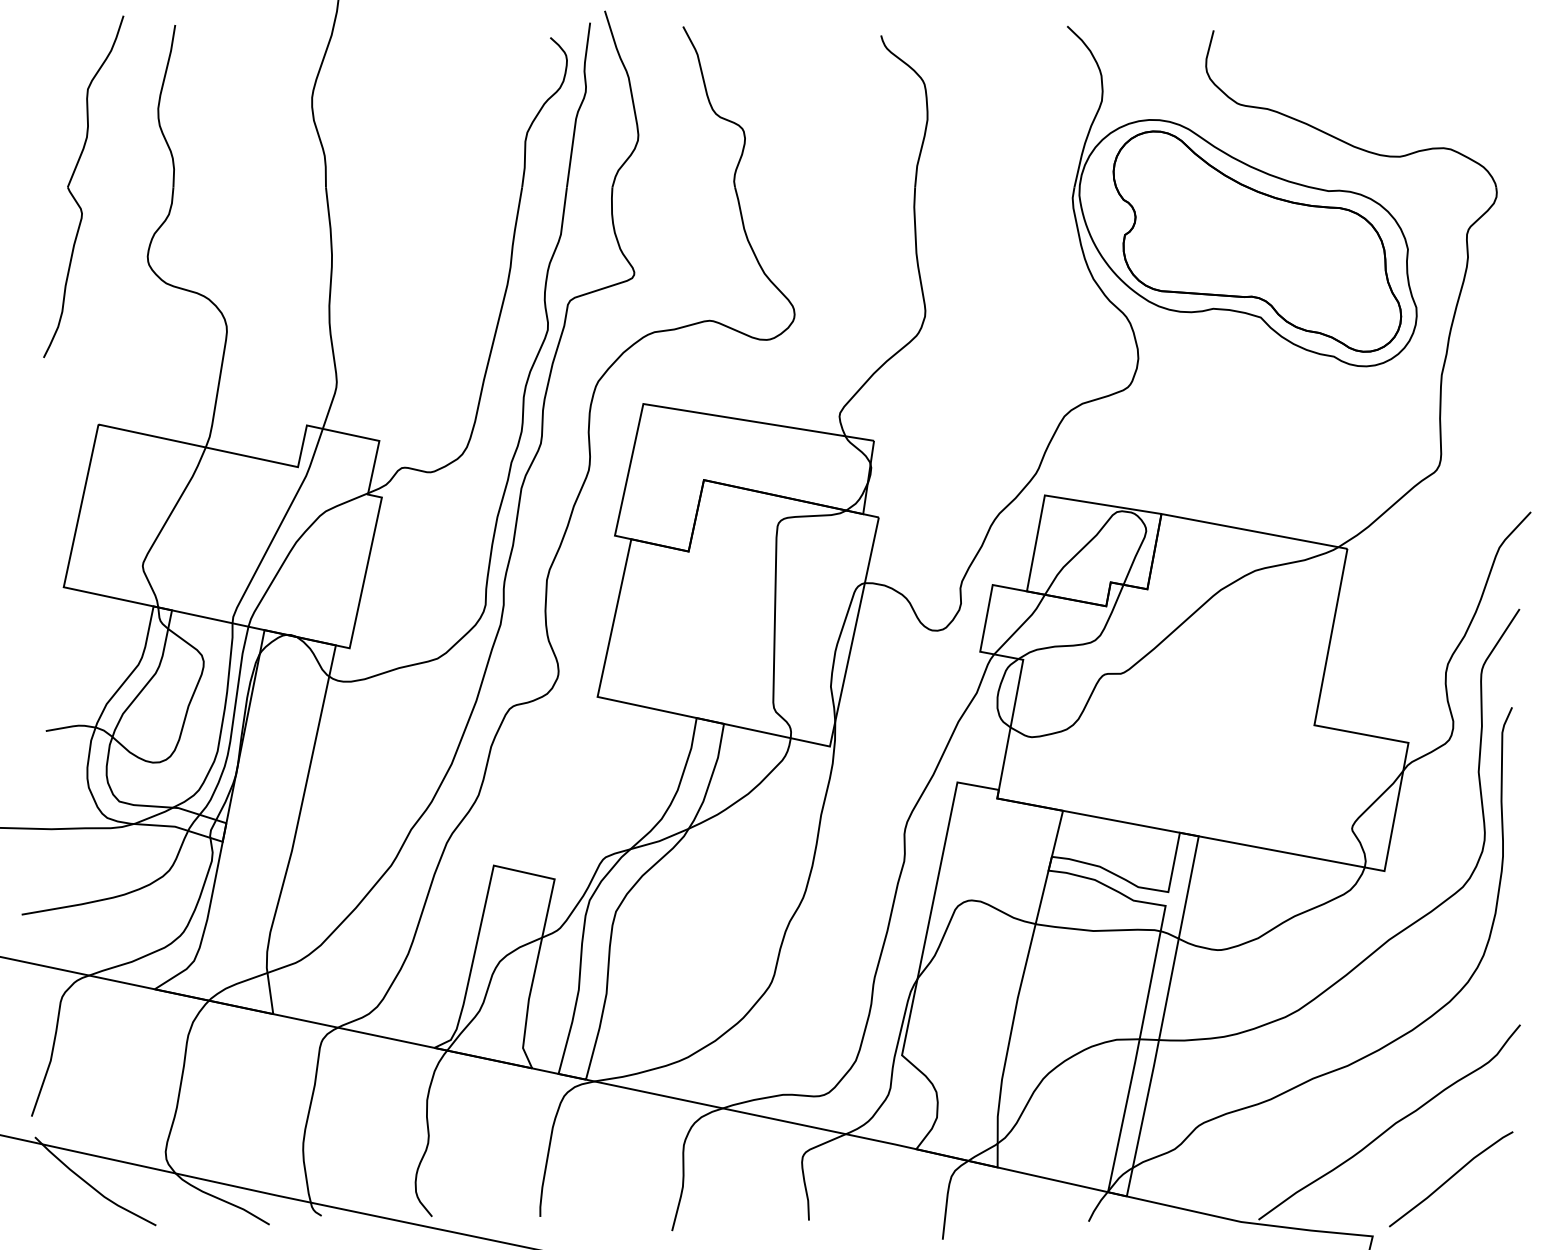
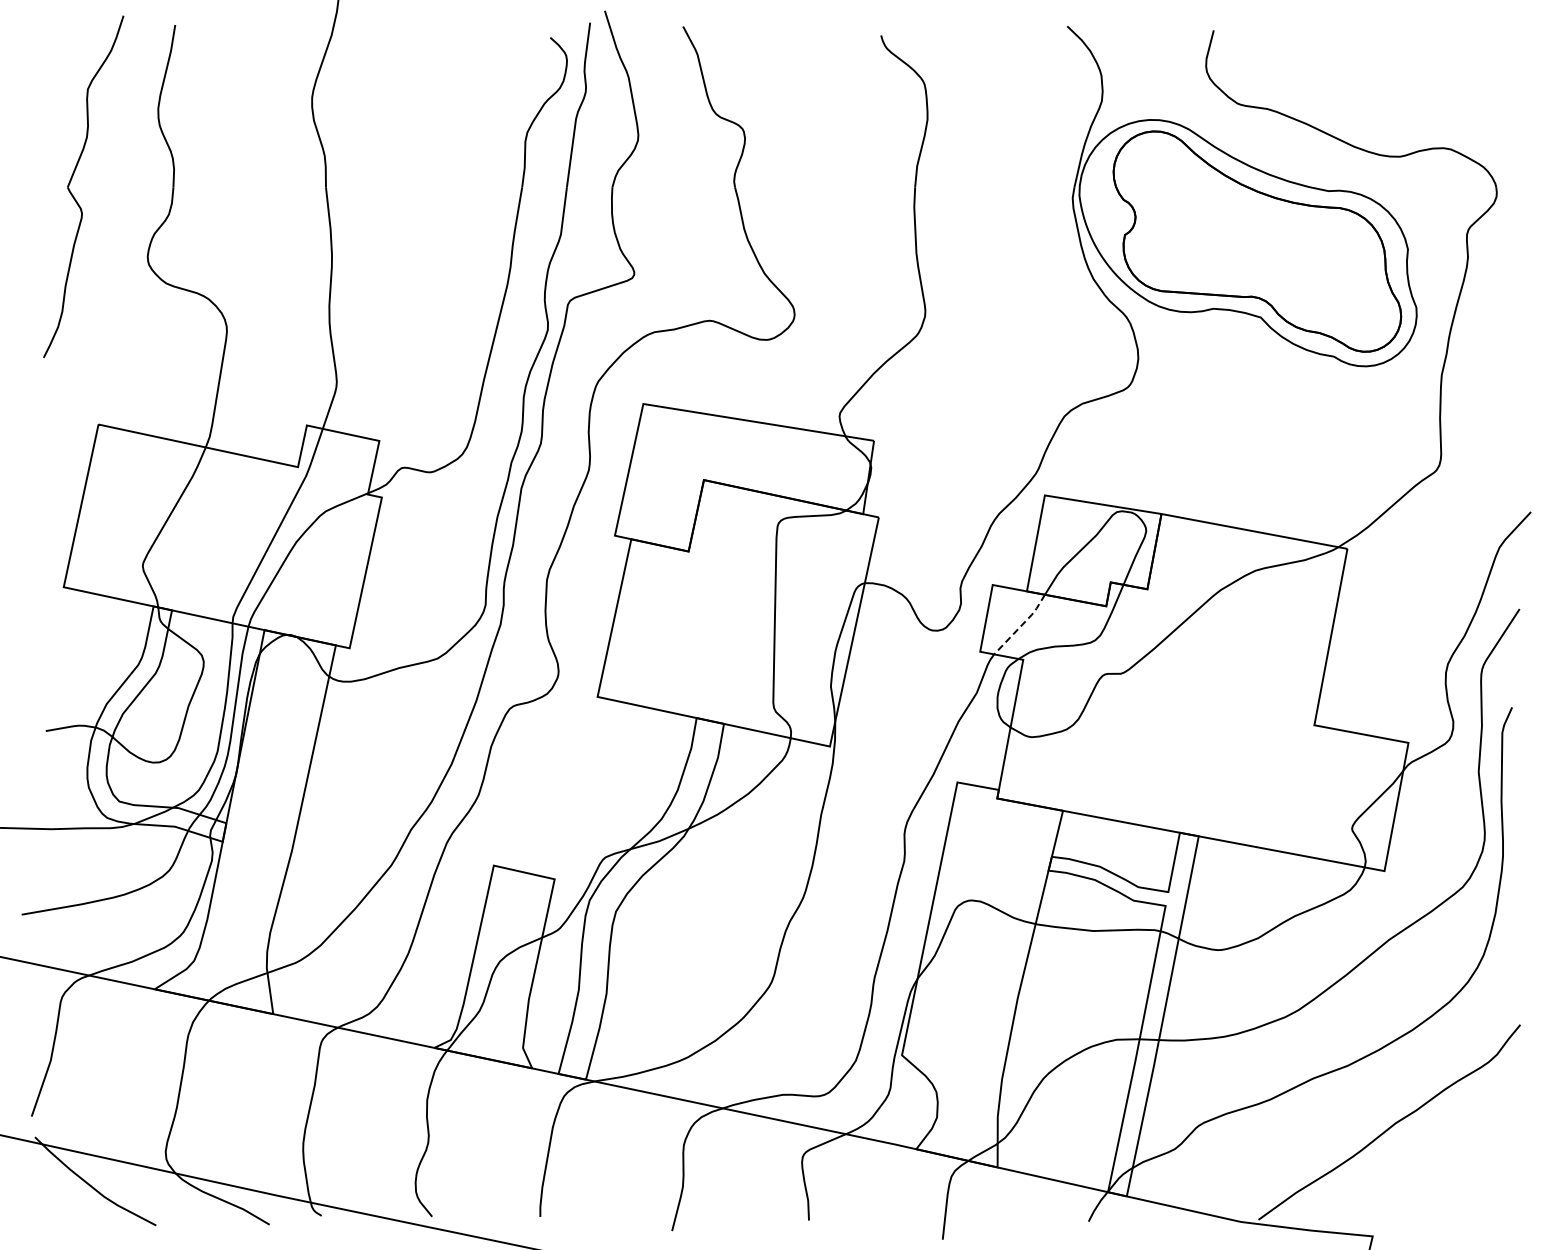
line at (1022, 624): solid -> dashed
line at (1451, 1178): present -> none
